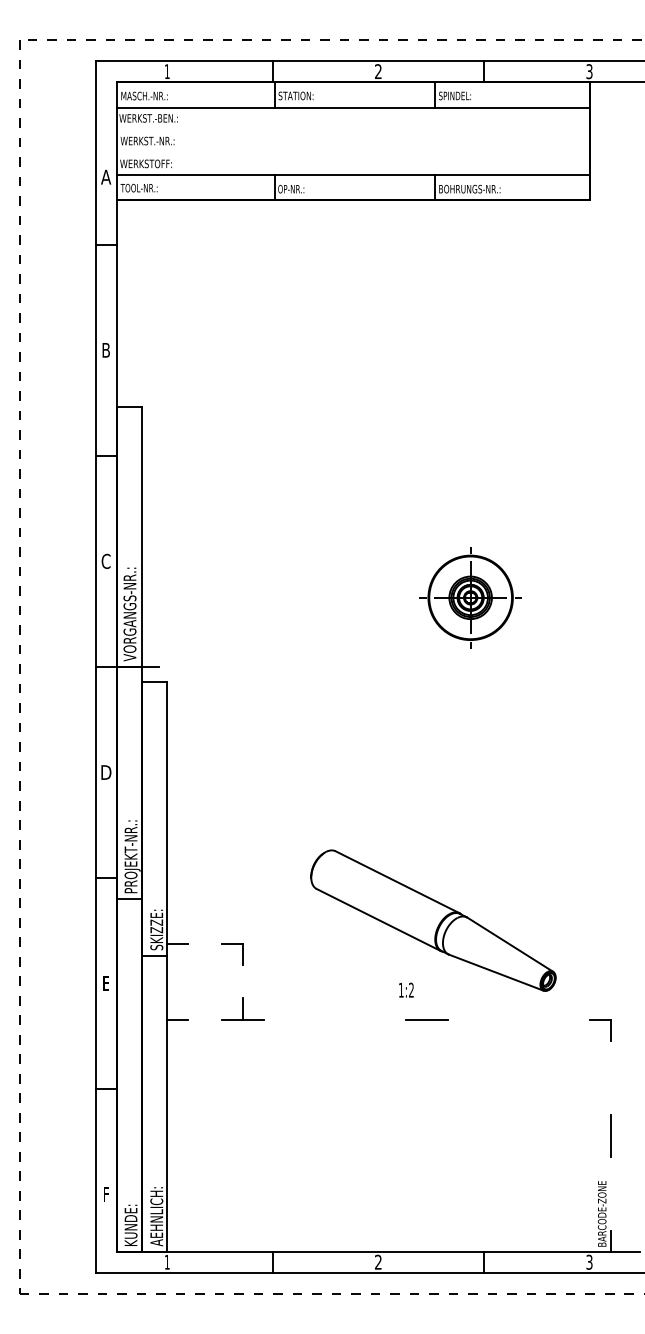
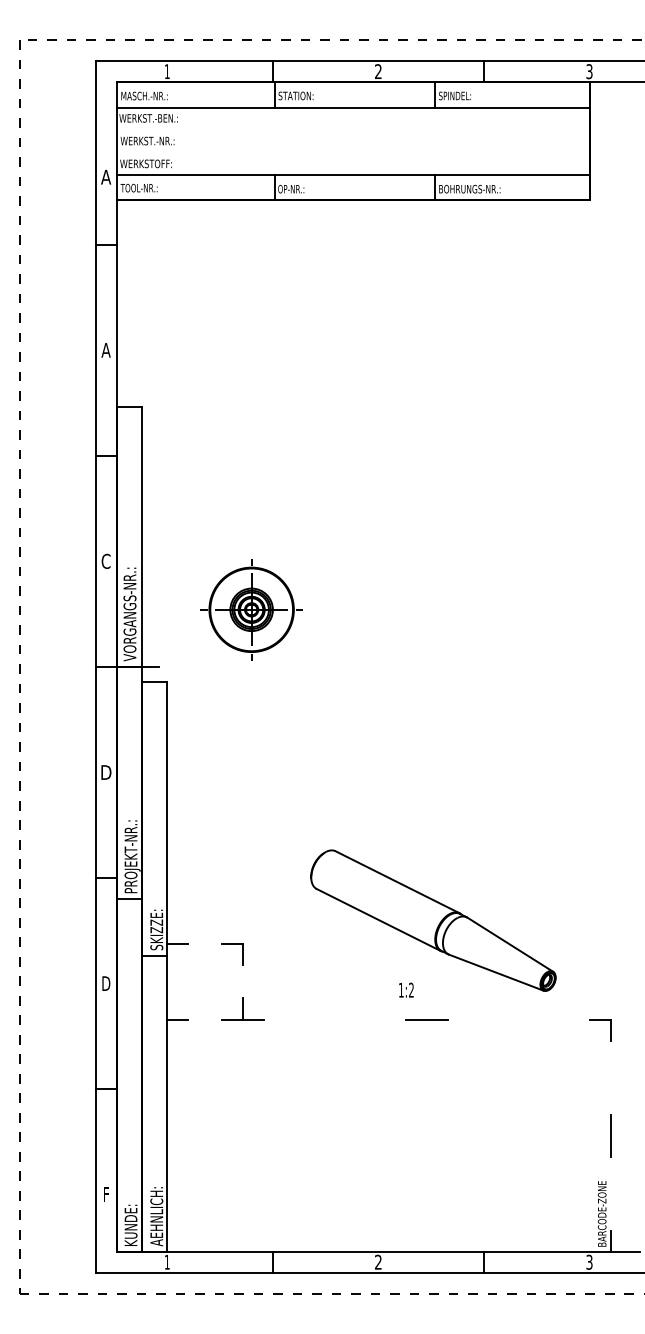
text at (105, 350): B -> A
part at (470, 597) position: (470, 597) -> (251, 609)
text at (106, 983): E -> D
